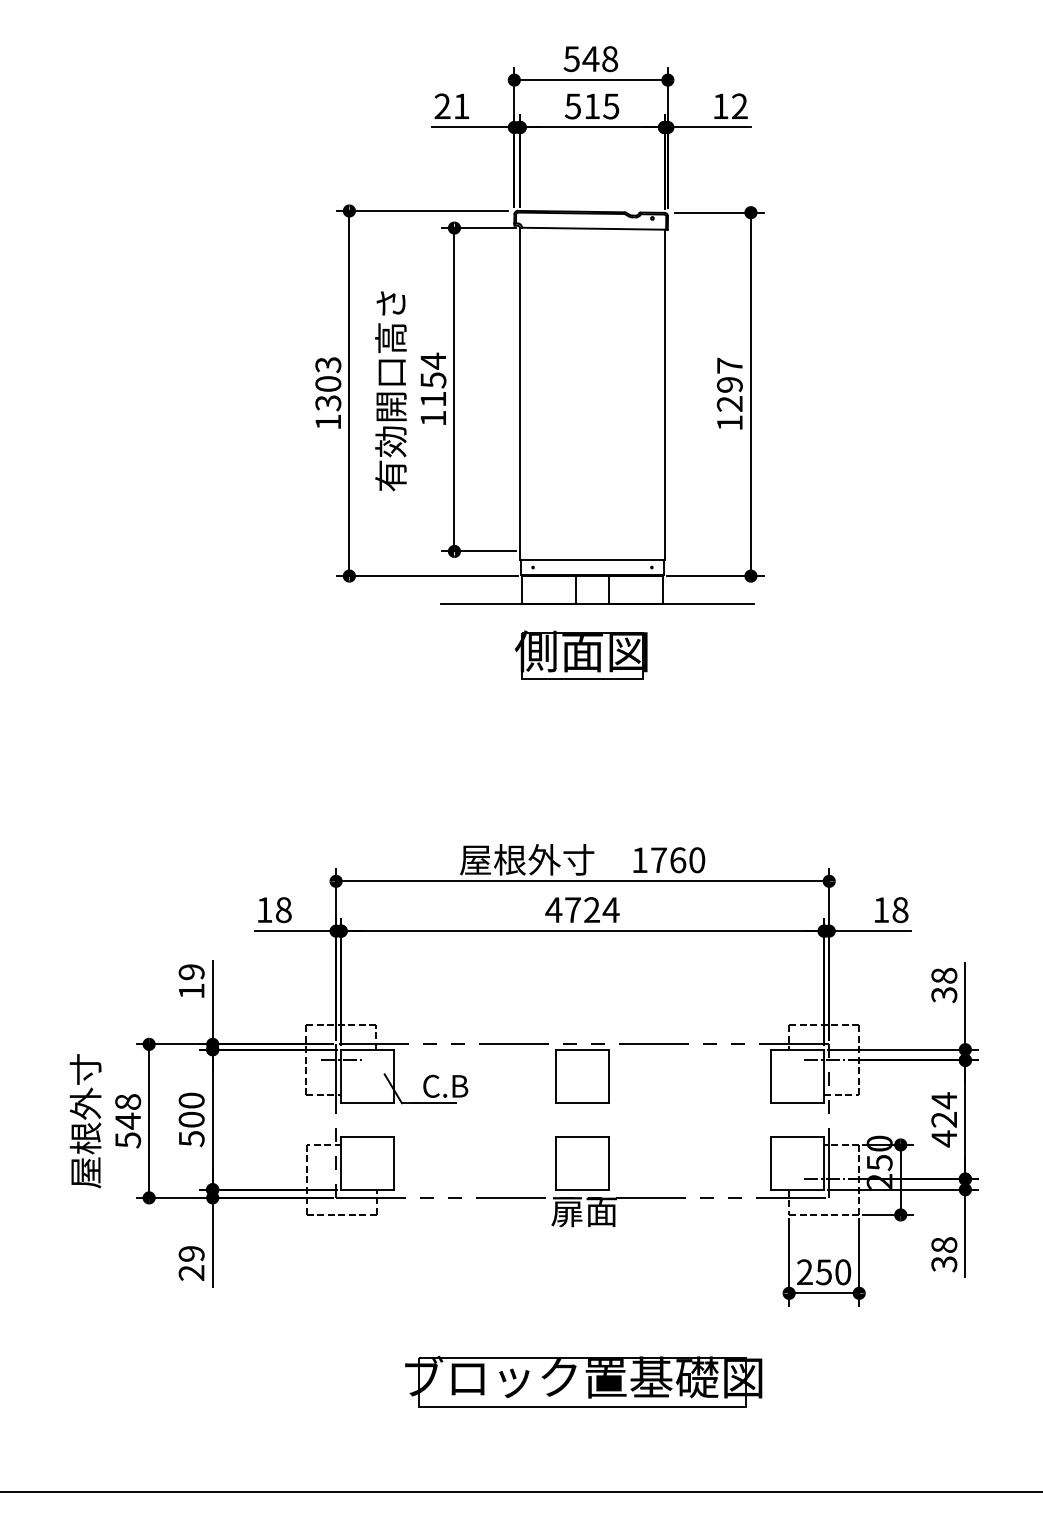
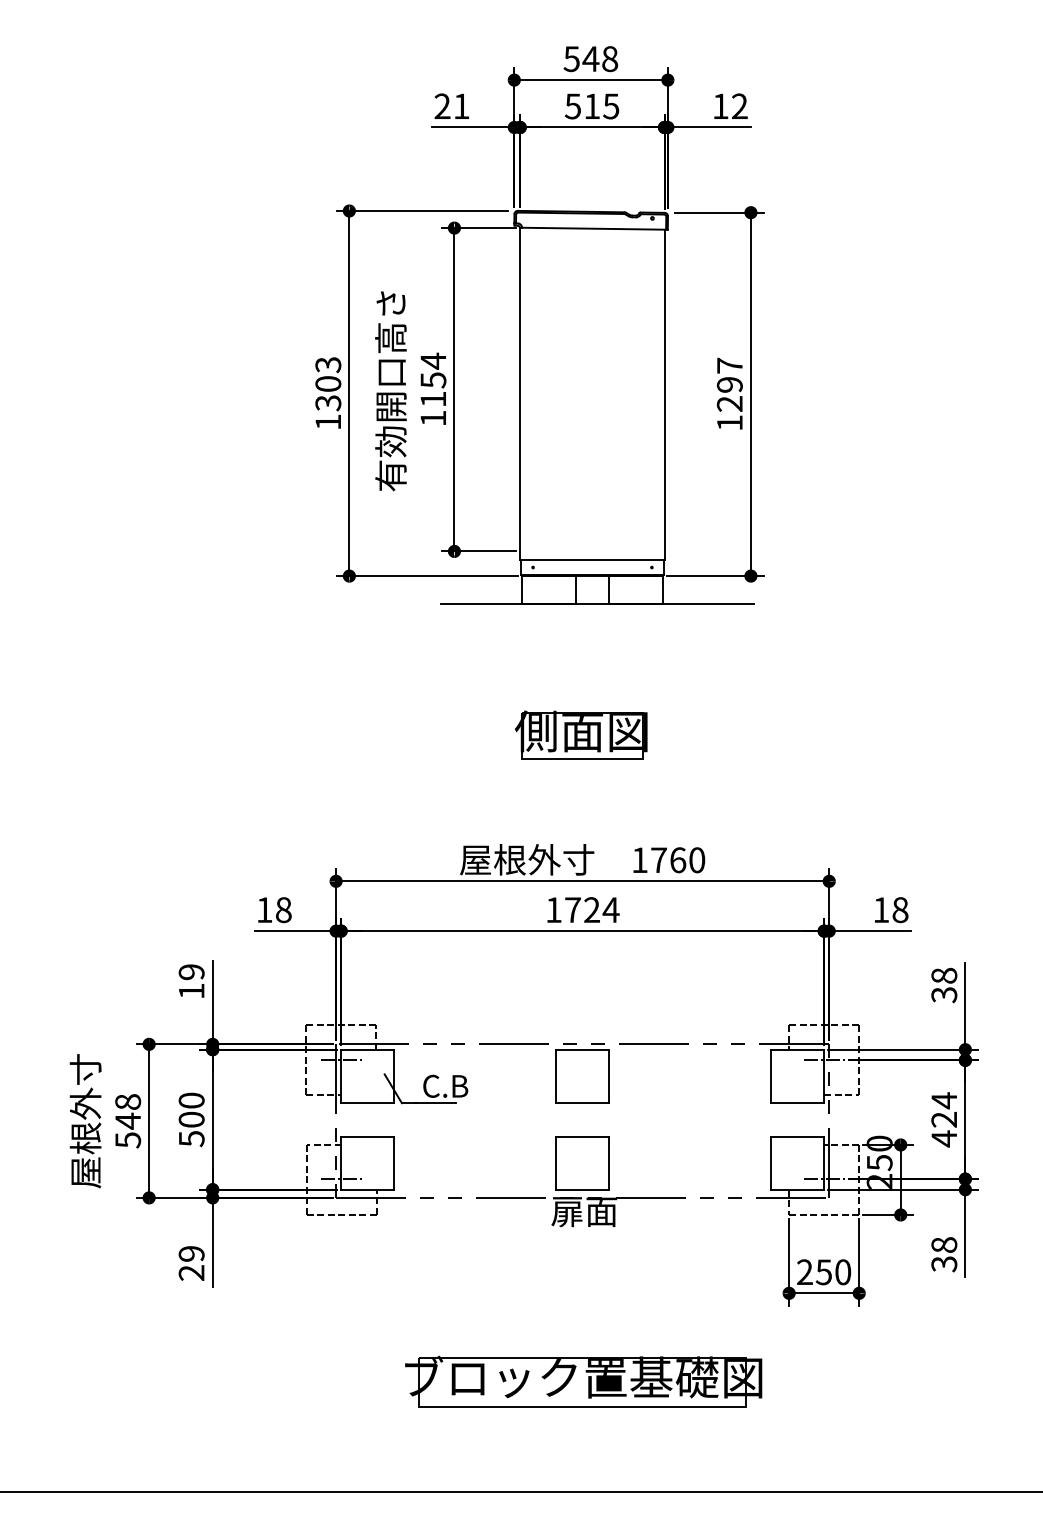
part at (581, 654) position: (581, 654) -> (581, 734)
text at (553, 909): 4724 -> 1724
line at (340, 1179): none -> present
